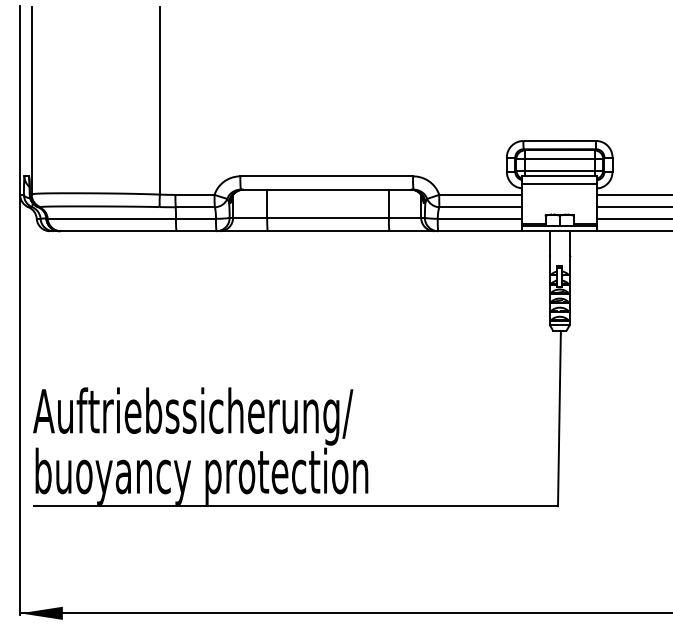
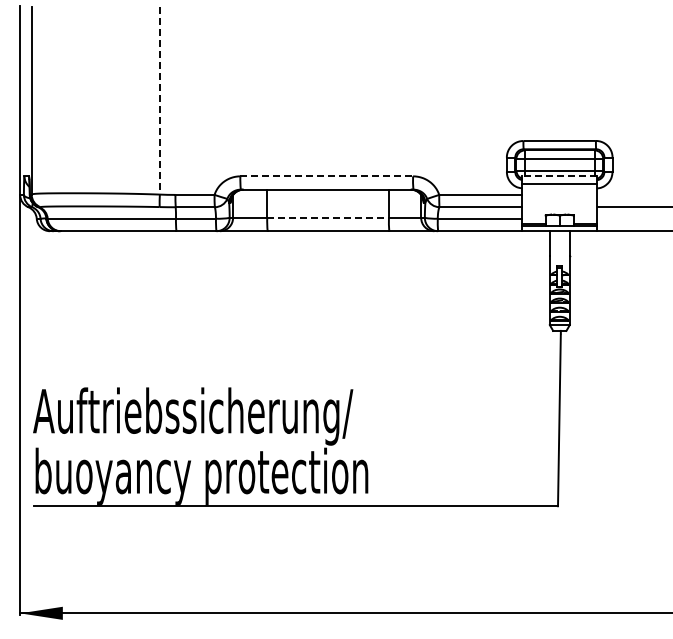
line at (159, 100): solid -> dashed
line at (327, 176): solid -> dashed
line at (559, 176): solid -> dashed
line at (633, 194): present -> none
line at (328, 217): solid -> dashed
line at (633, 218): present -> none
